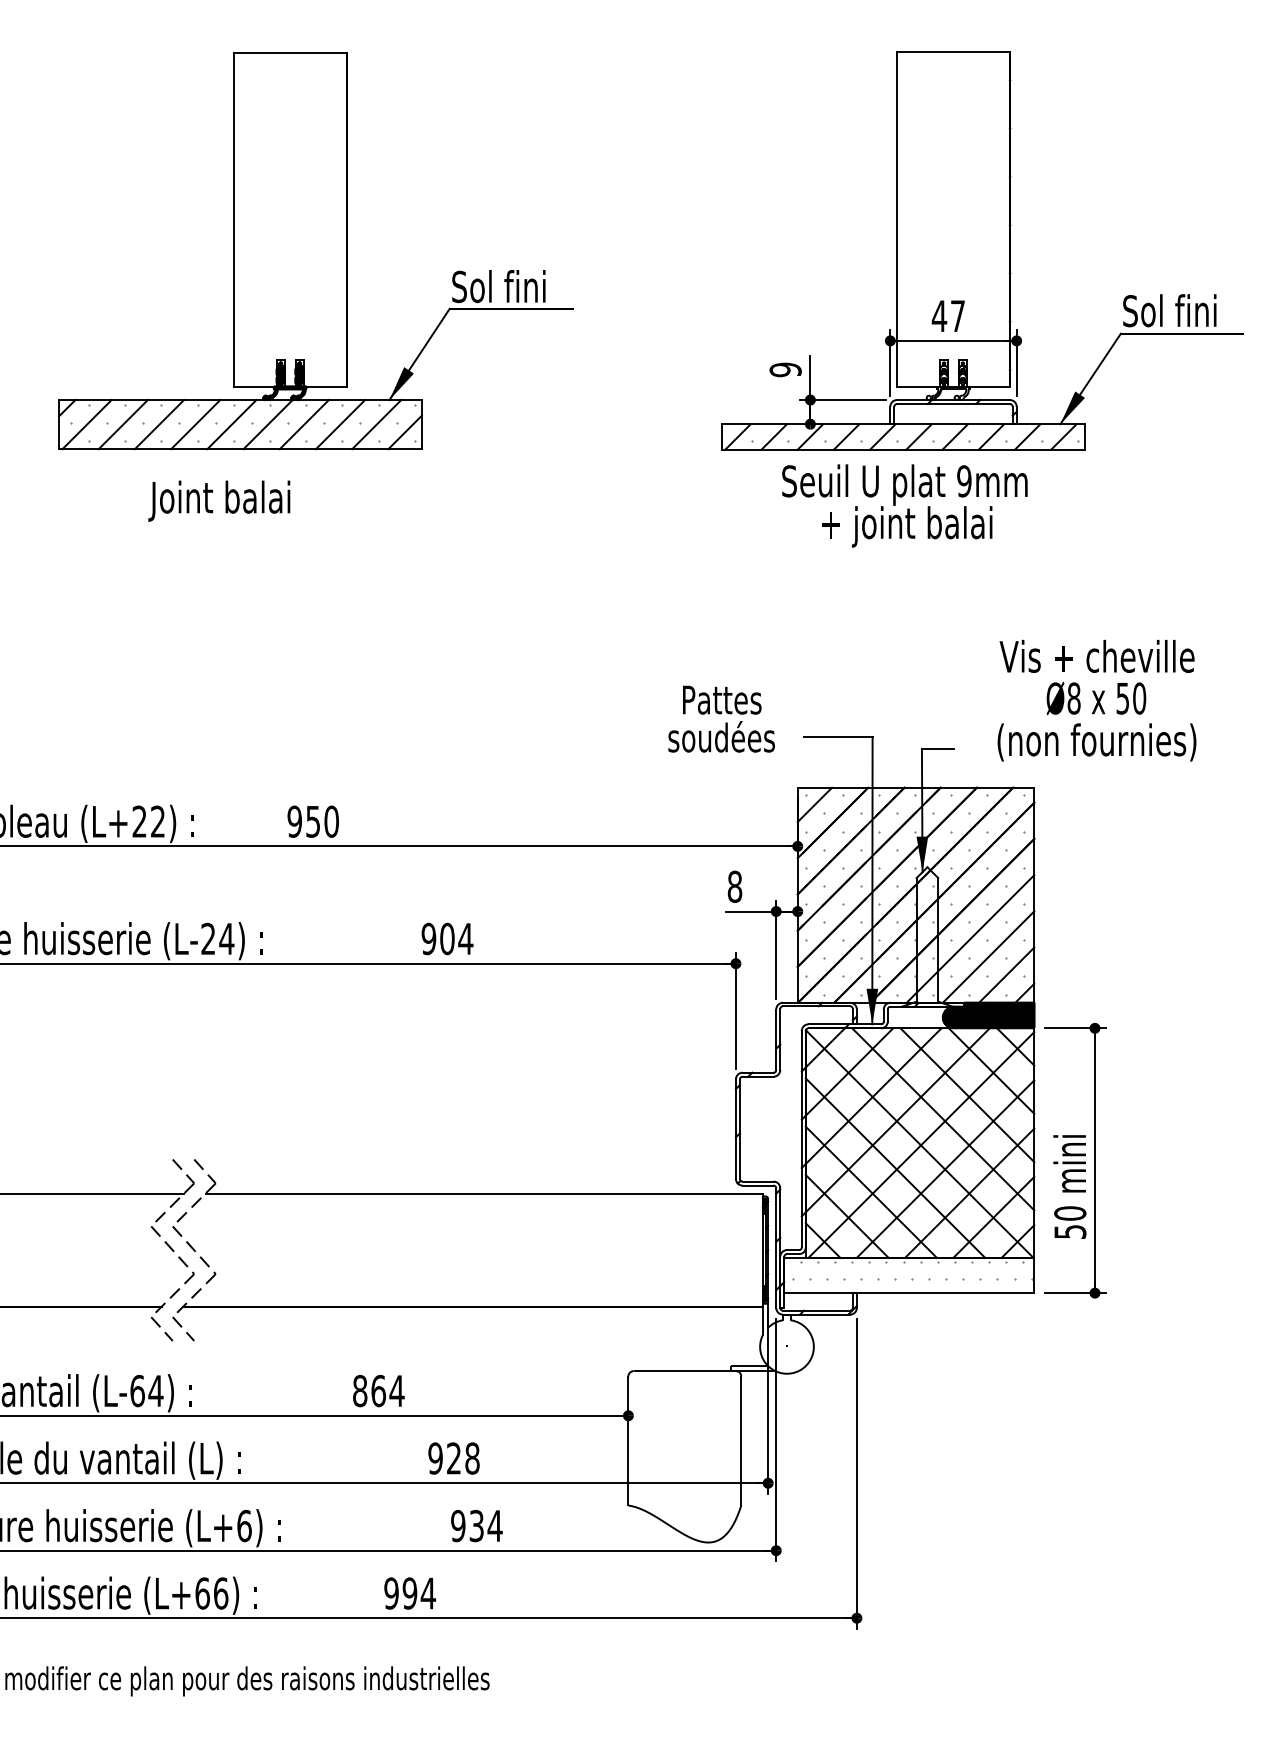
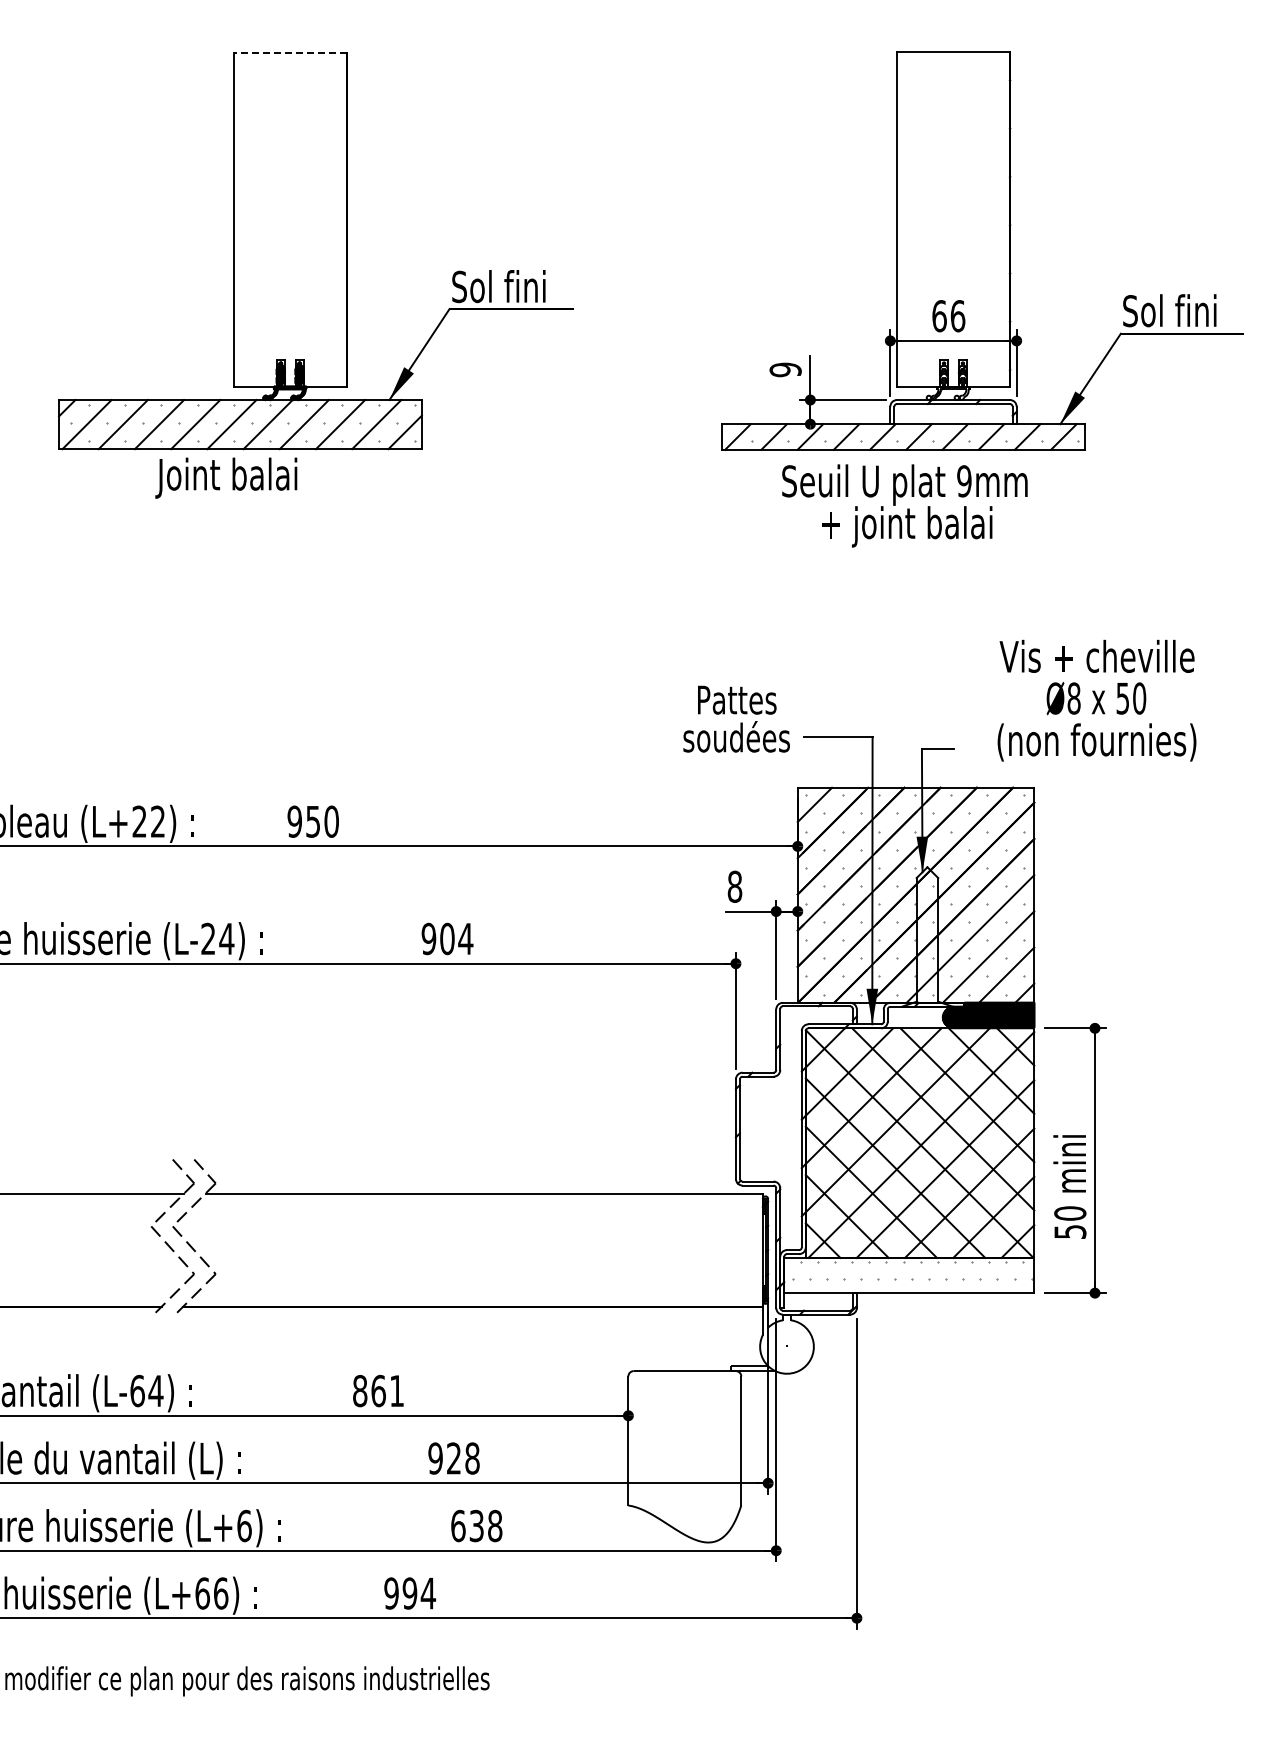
line at (290, 52): solid -> dashed
text at (948, 316): 47 -> 66
text at (219, 500) position: (219, 500) -> (226, 477)
text at (721, 718) position: (721, 718) -> (736, 718)
line at (161, 1328): present -> none
line at (183, 1328): present -> none
text at (396, 1390): 864 -> 861
text at (476, 1525): 934 -> 638
